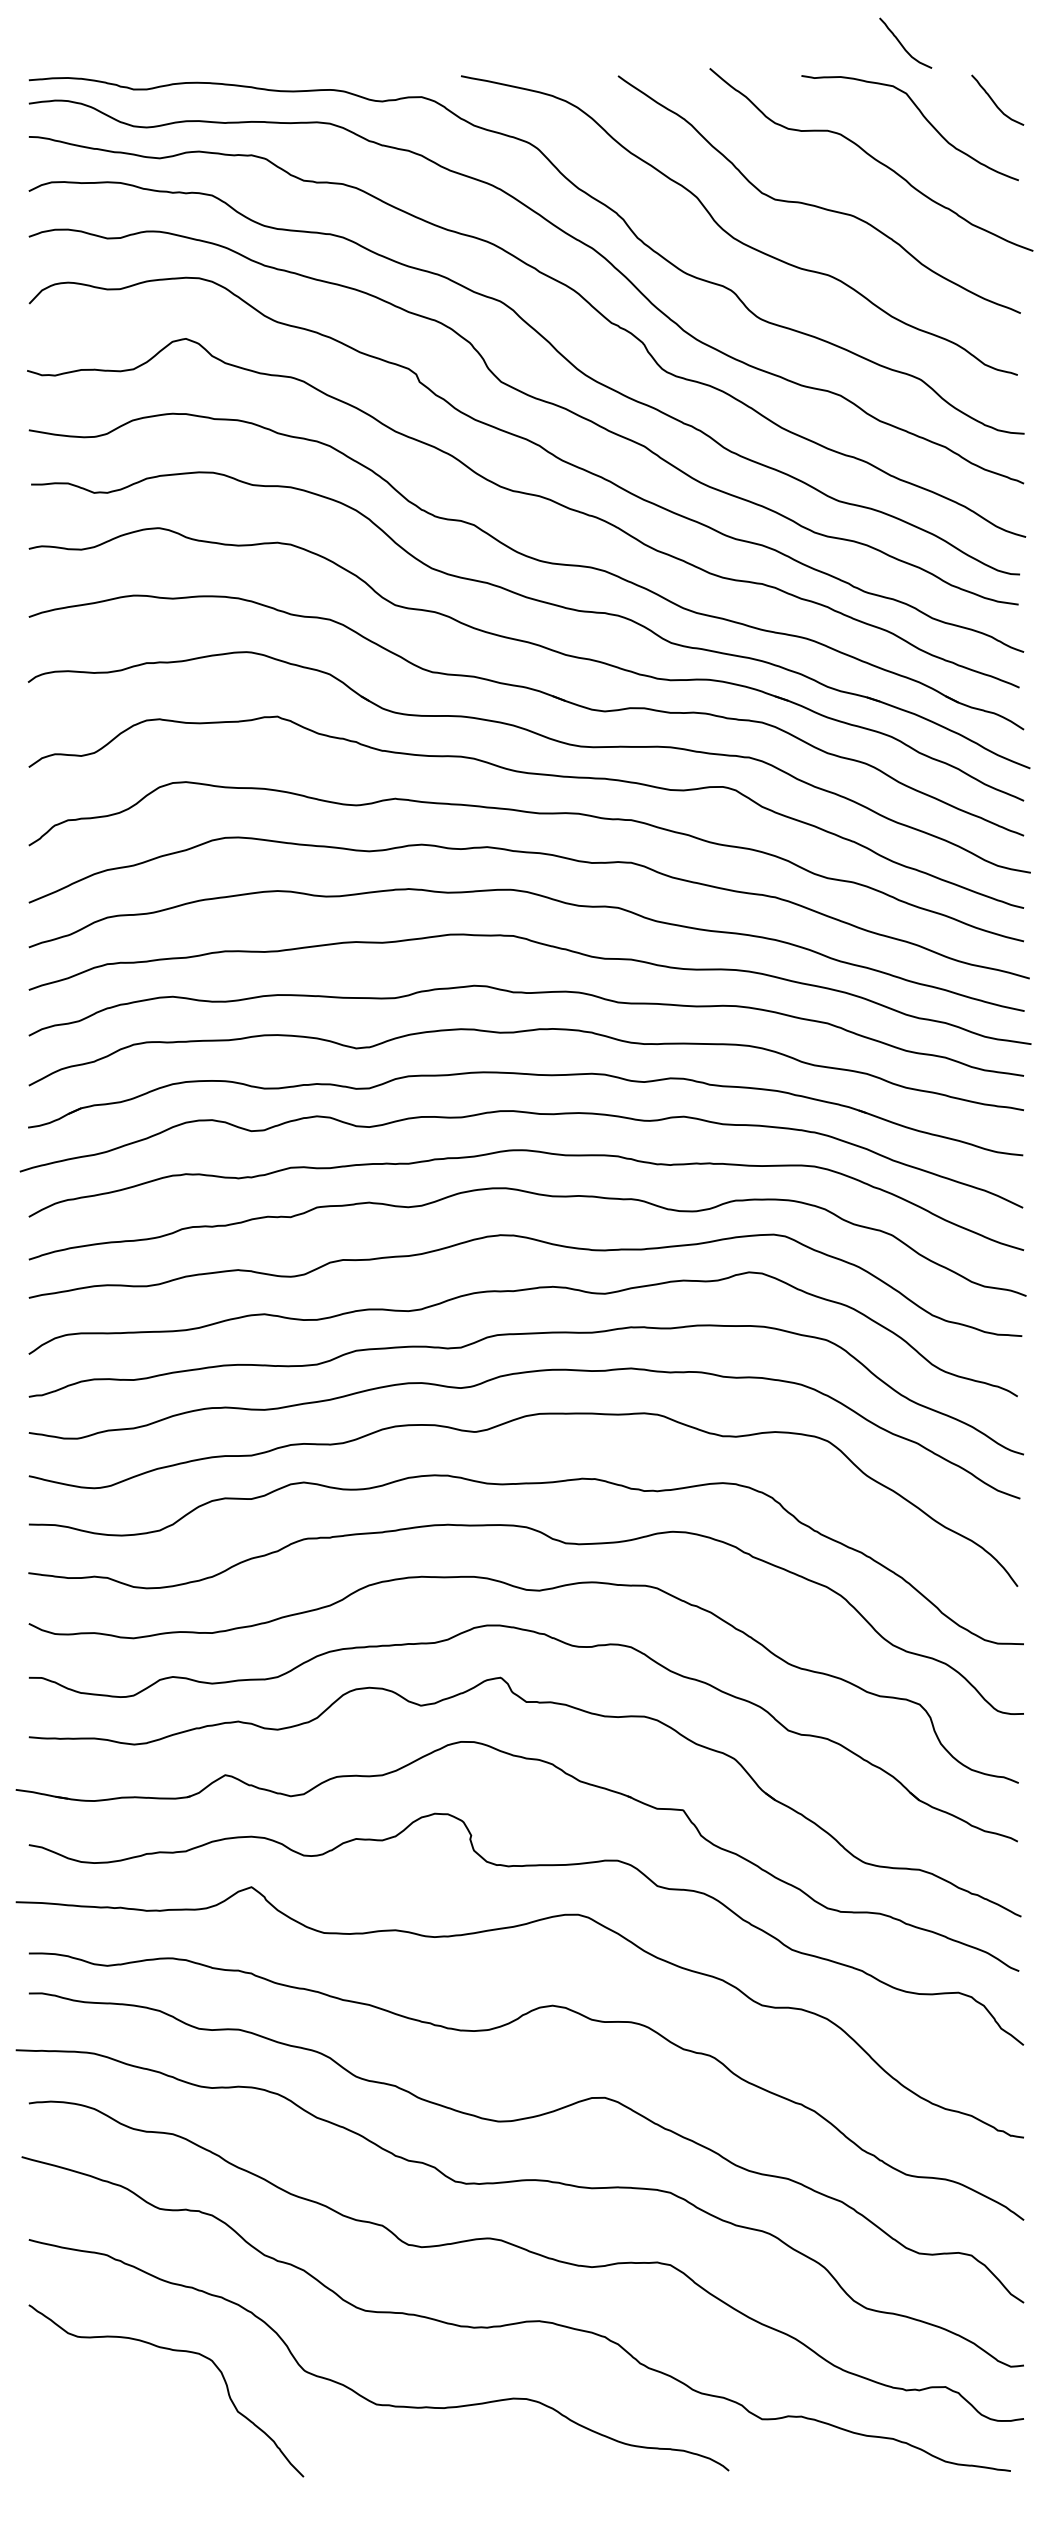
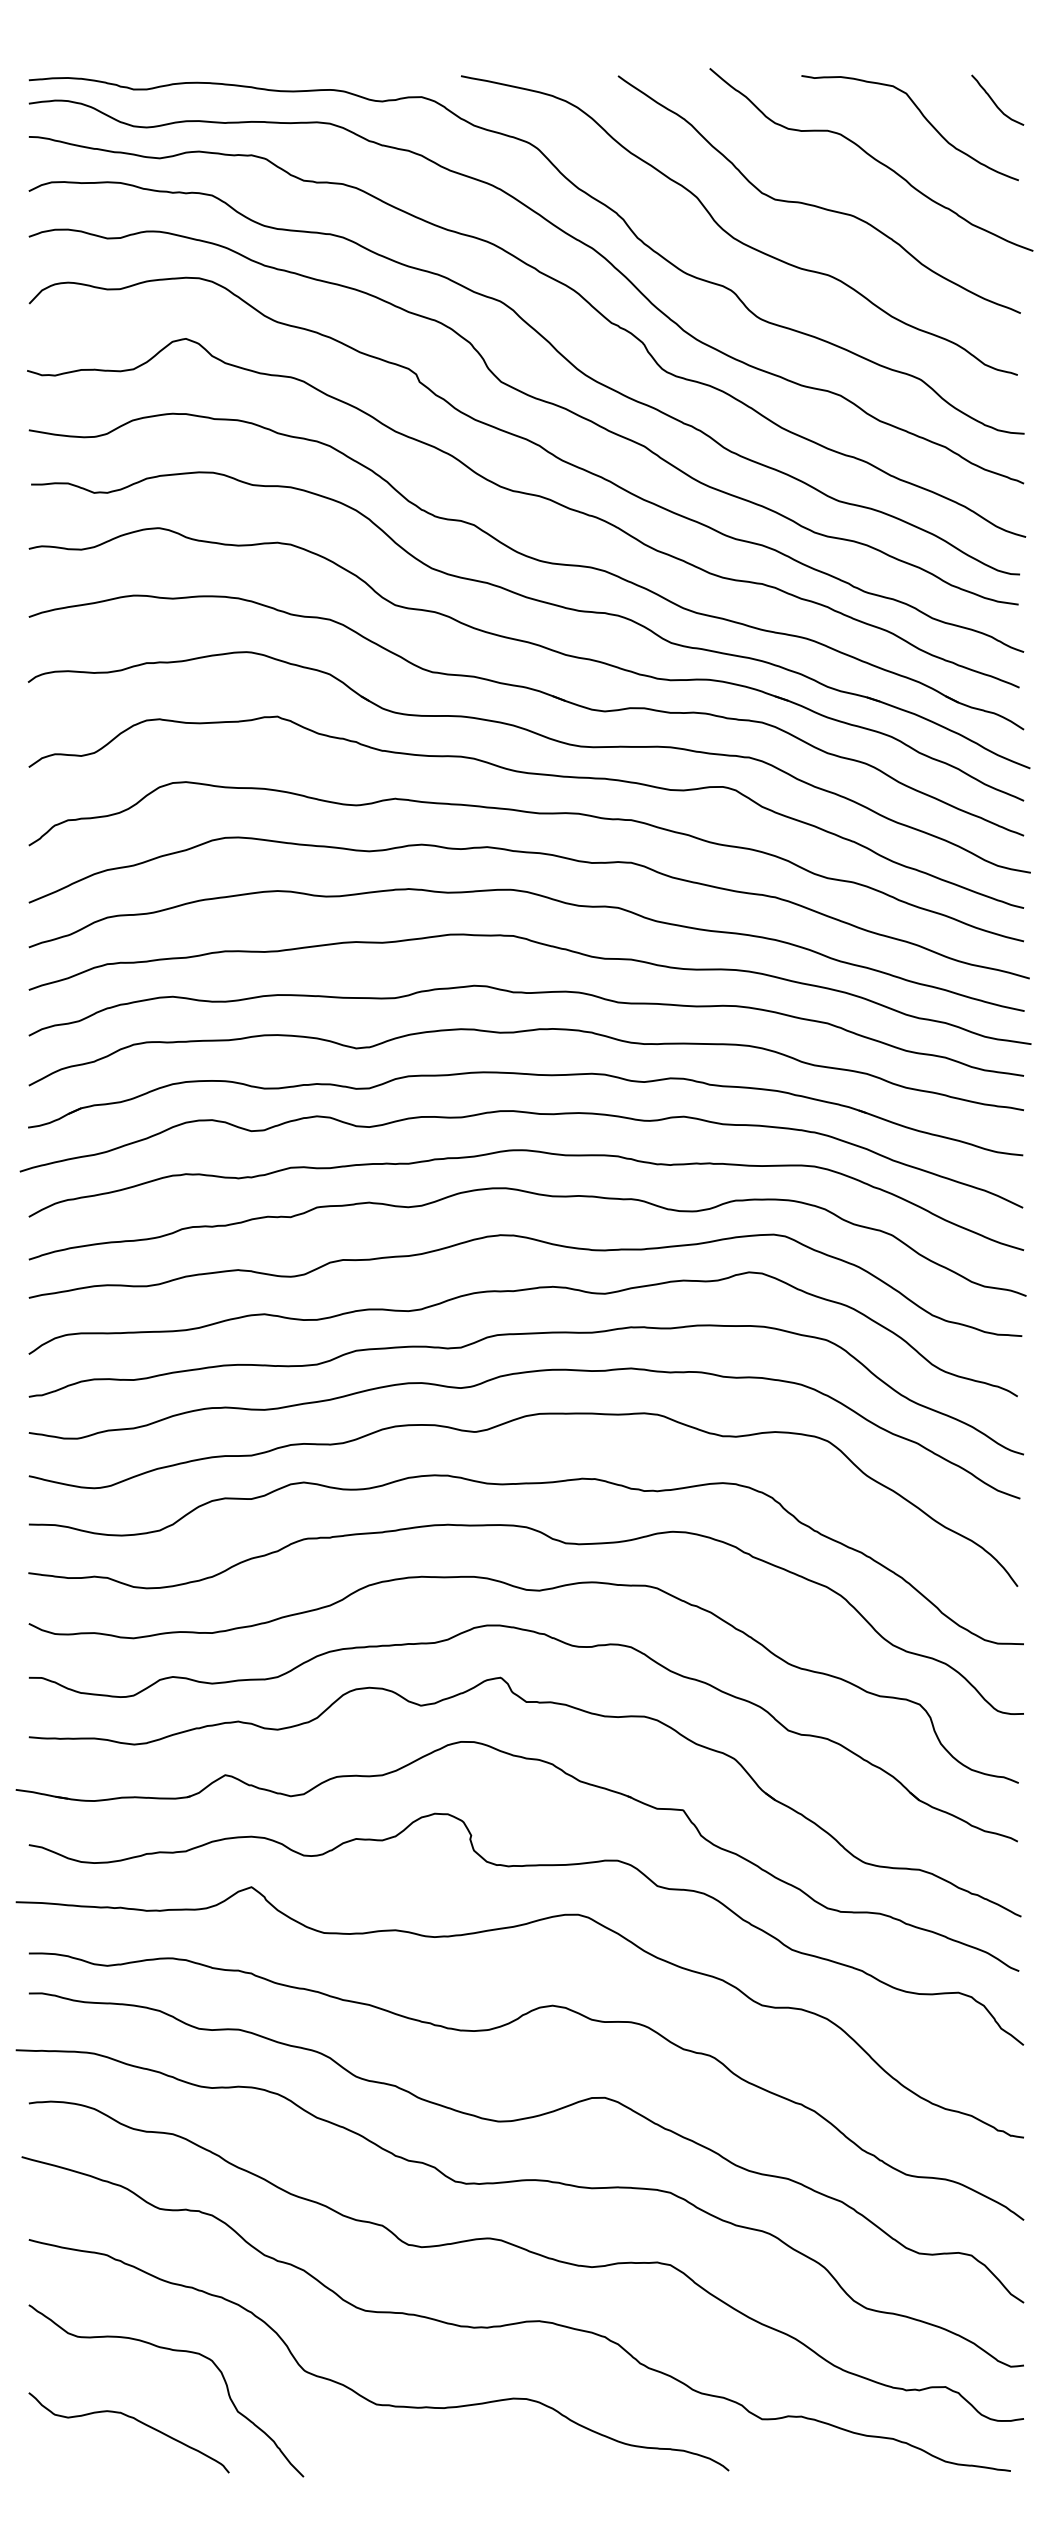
curve at (902, 44): present -> none
curve at (135, 2420): none -> present
